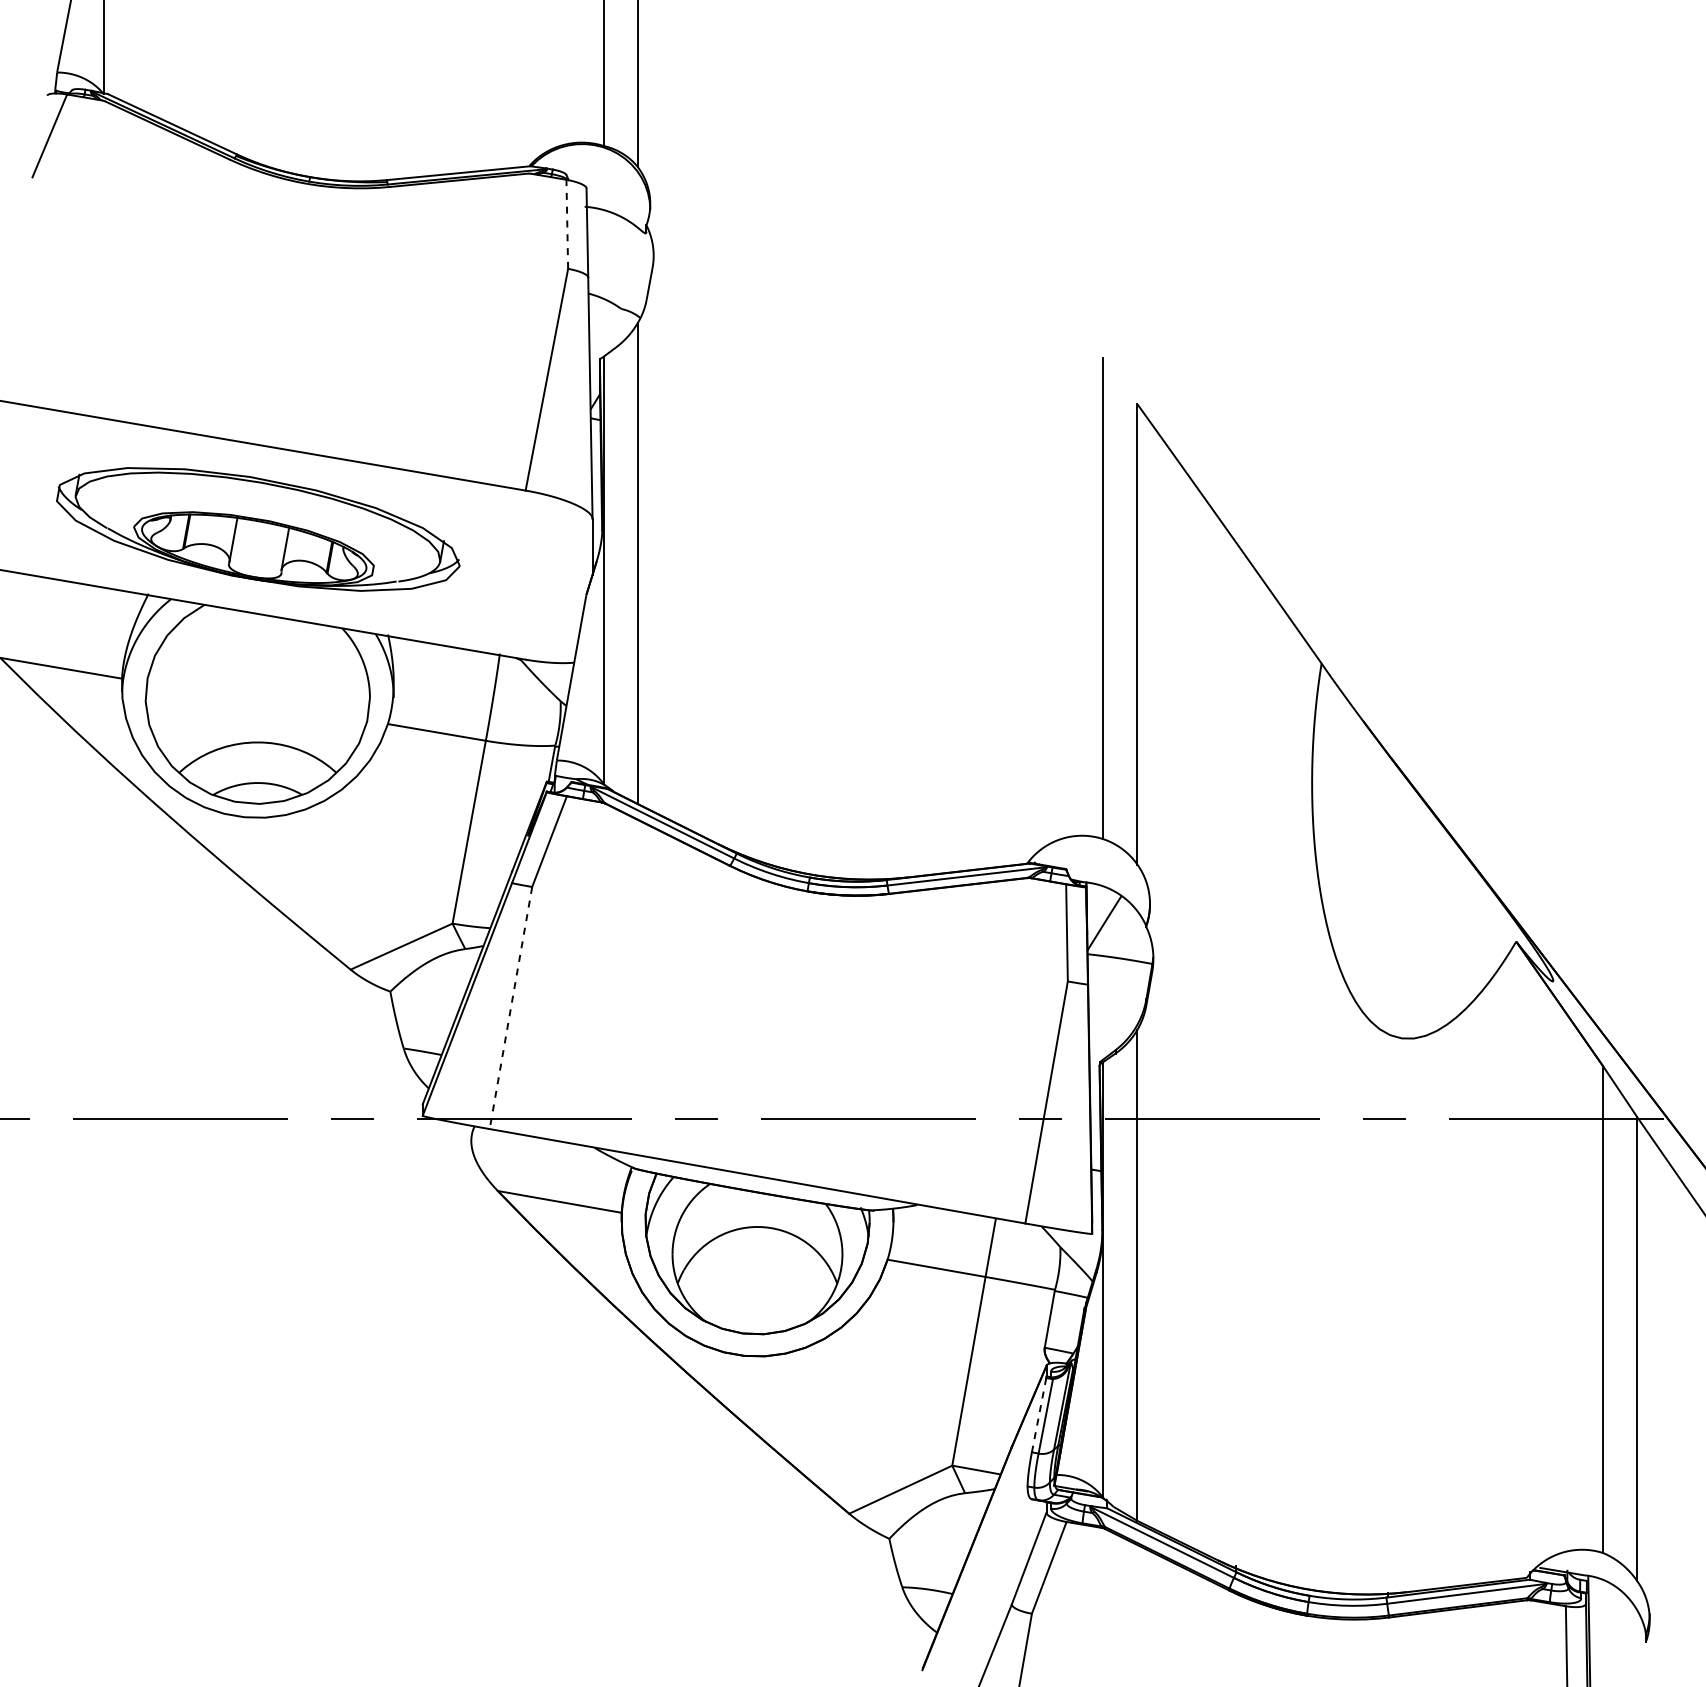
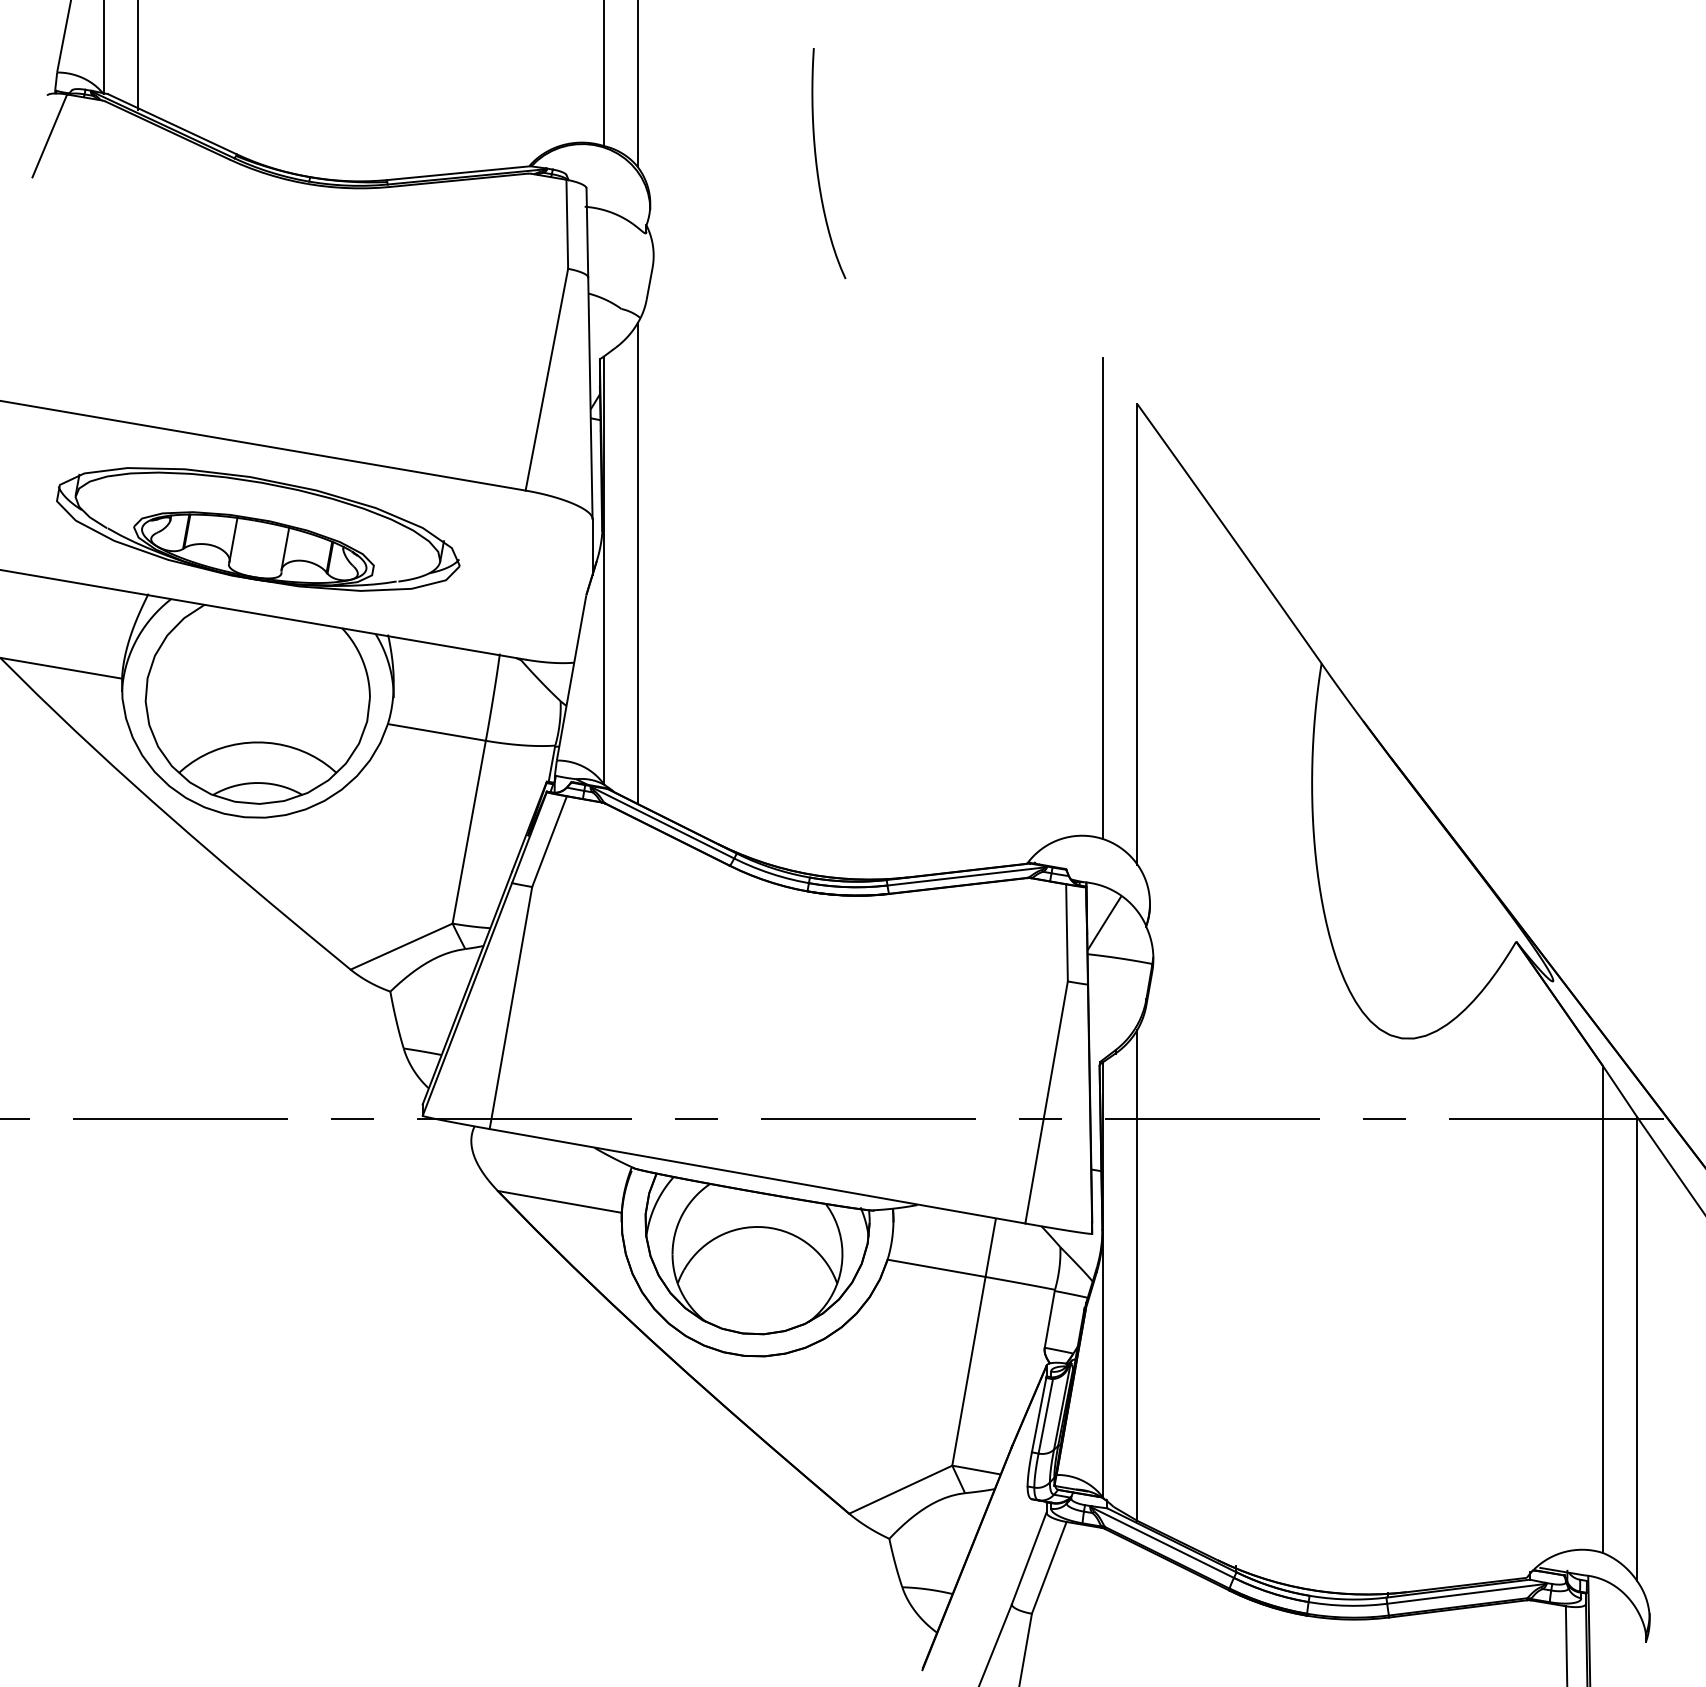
line at (138, 56): none -> present
curve at (817, 163): none -> present
line at (567, 224): dashed -> solid
line at (510, 1008): dashed -> solid
line at (1039, 1415): dashed -> solid
